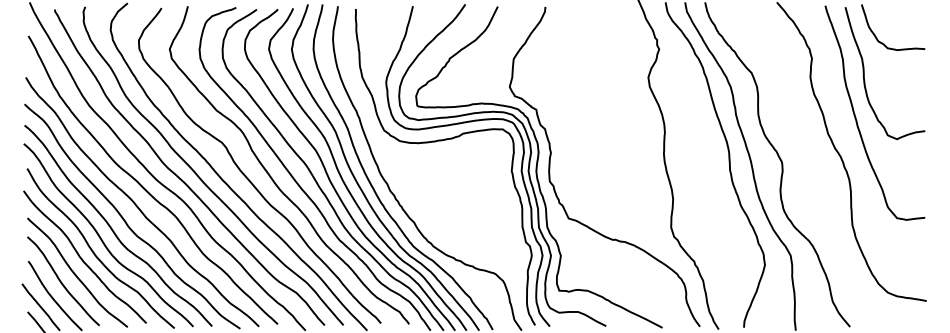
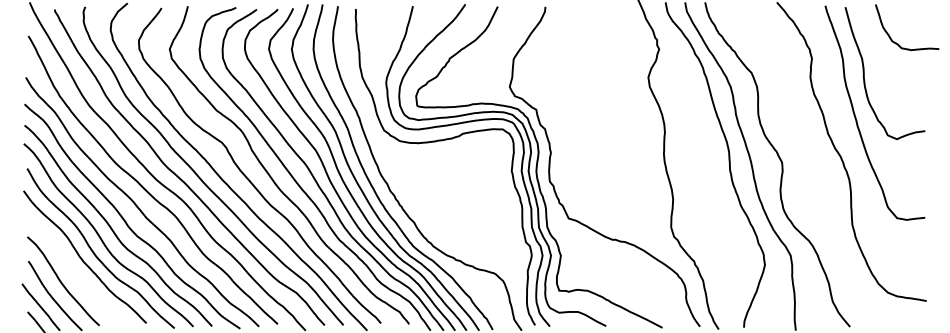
curve at (884, 43) position: (884, 43) -> (898, 43)
curve at (75, 273): present -> none
